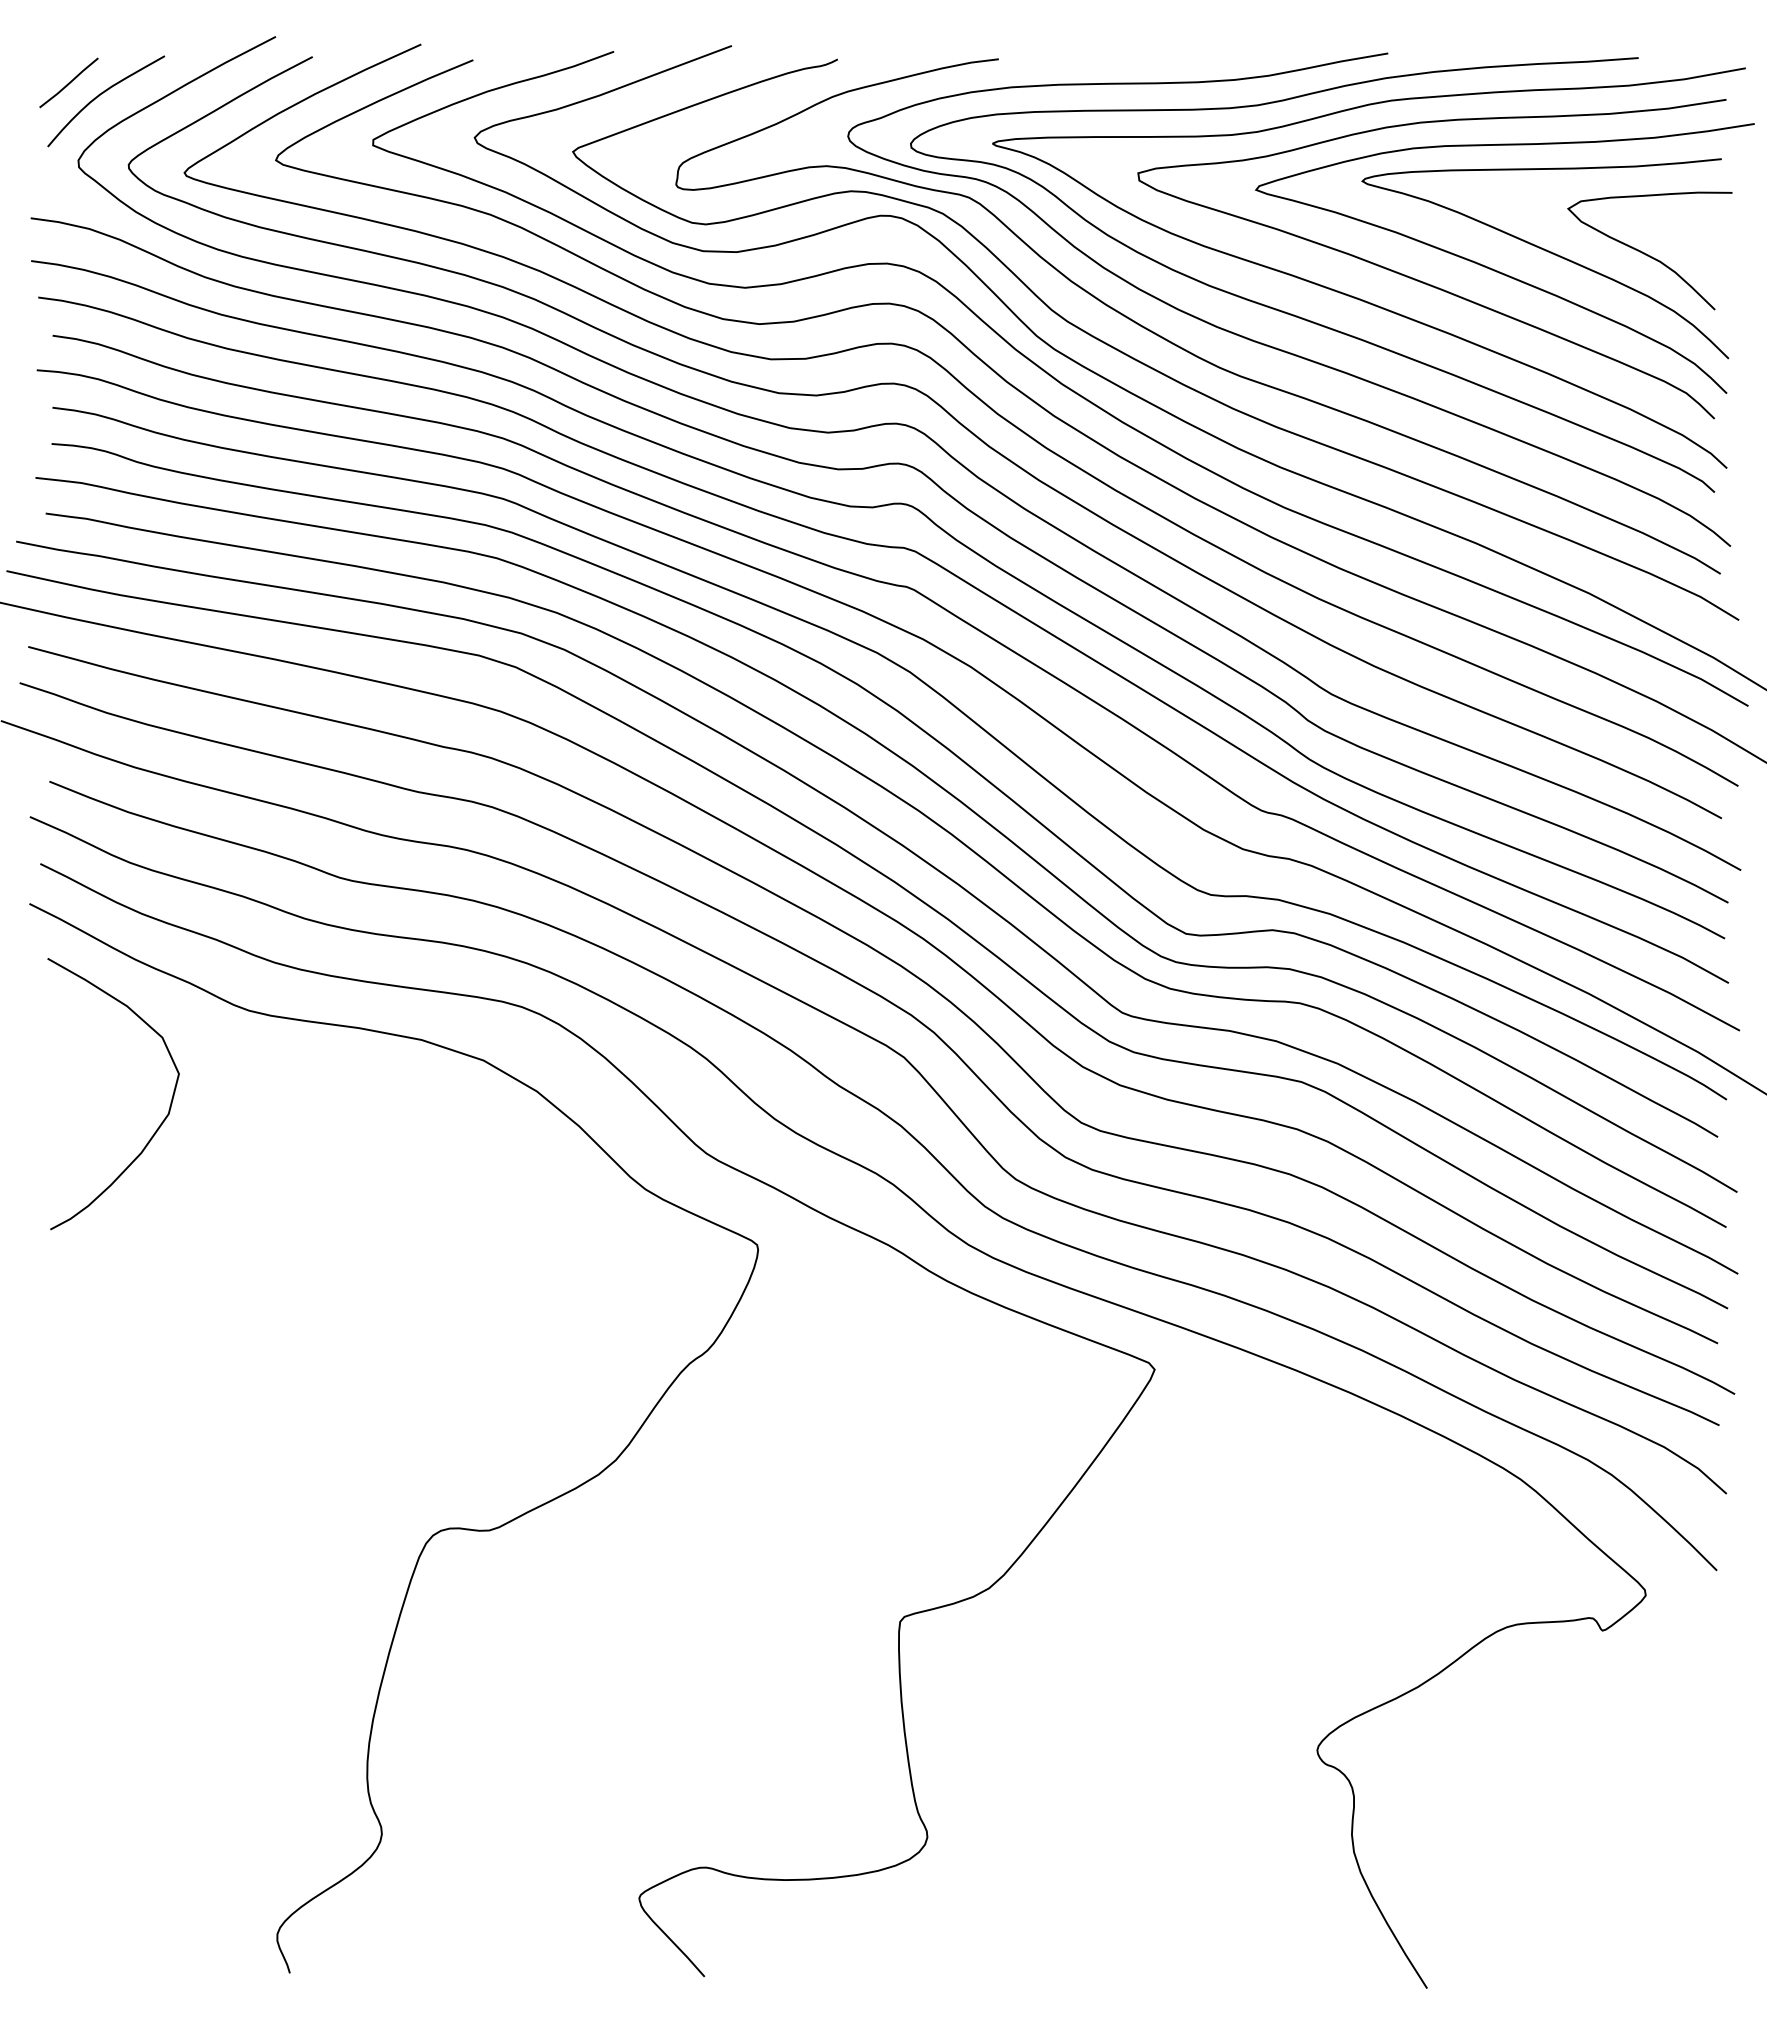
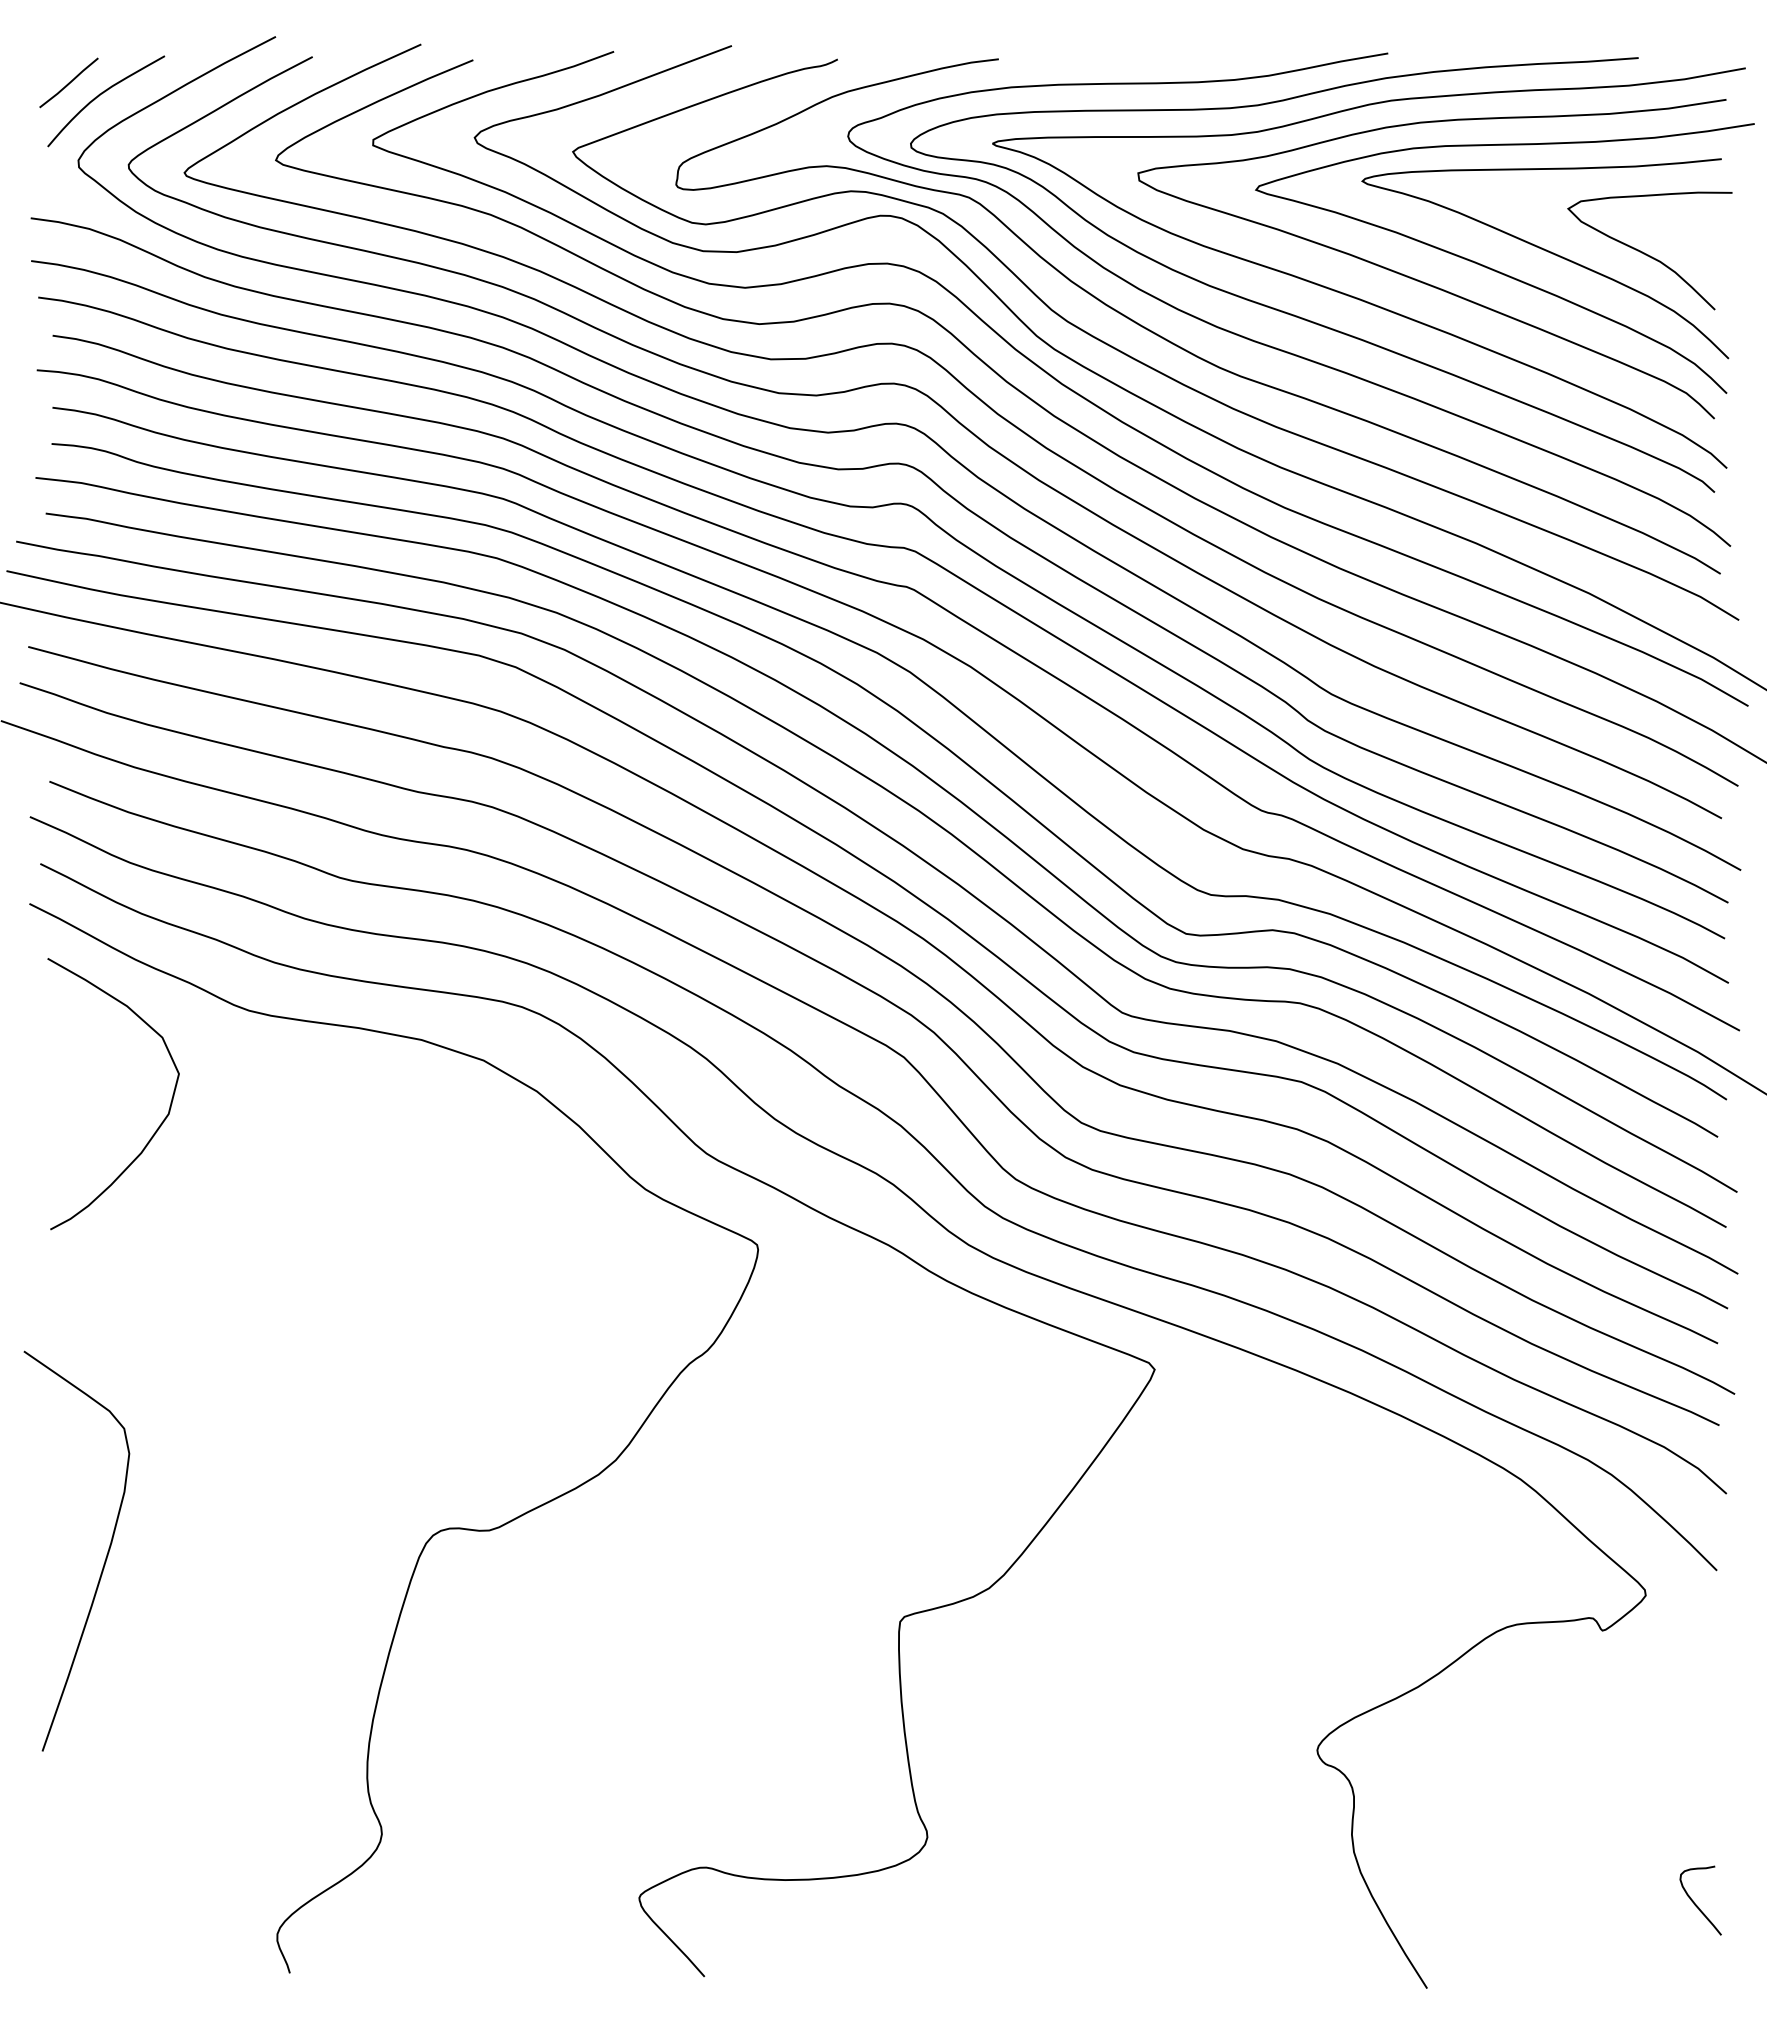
curve at (104, 1560): none -> present
curve at (1696, 1904): none -> present
